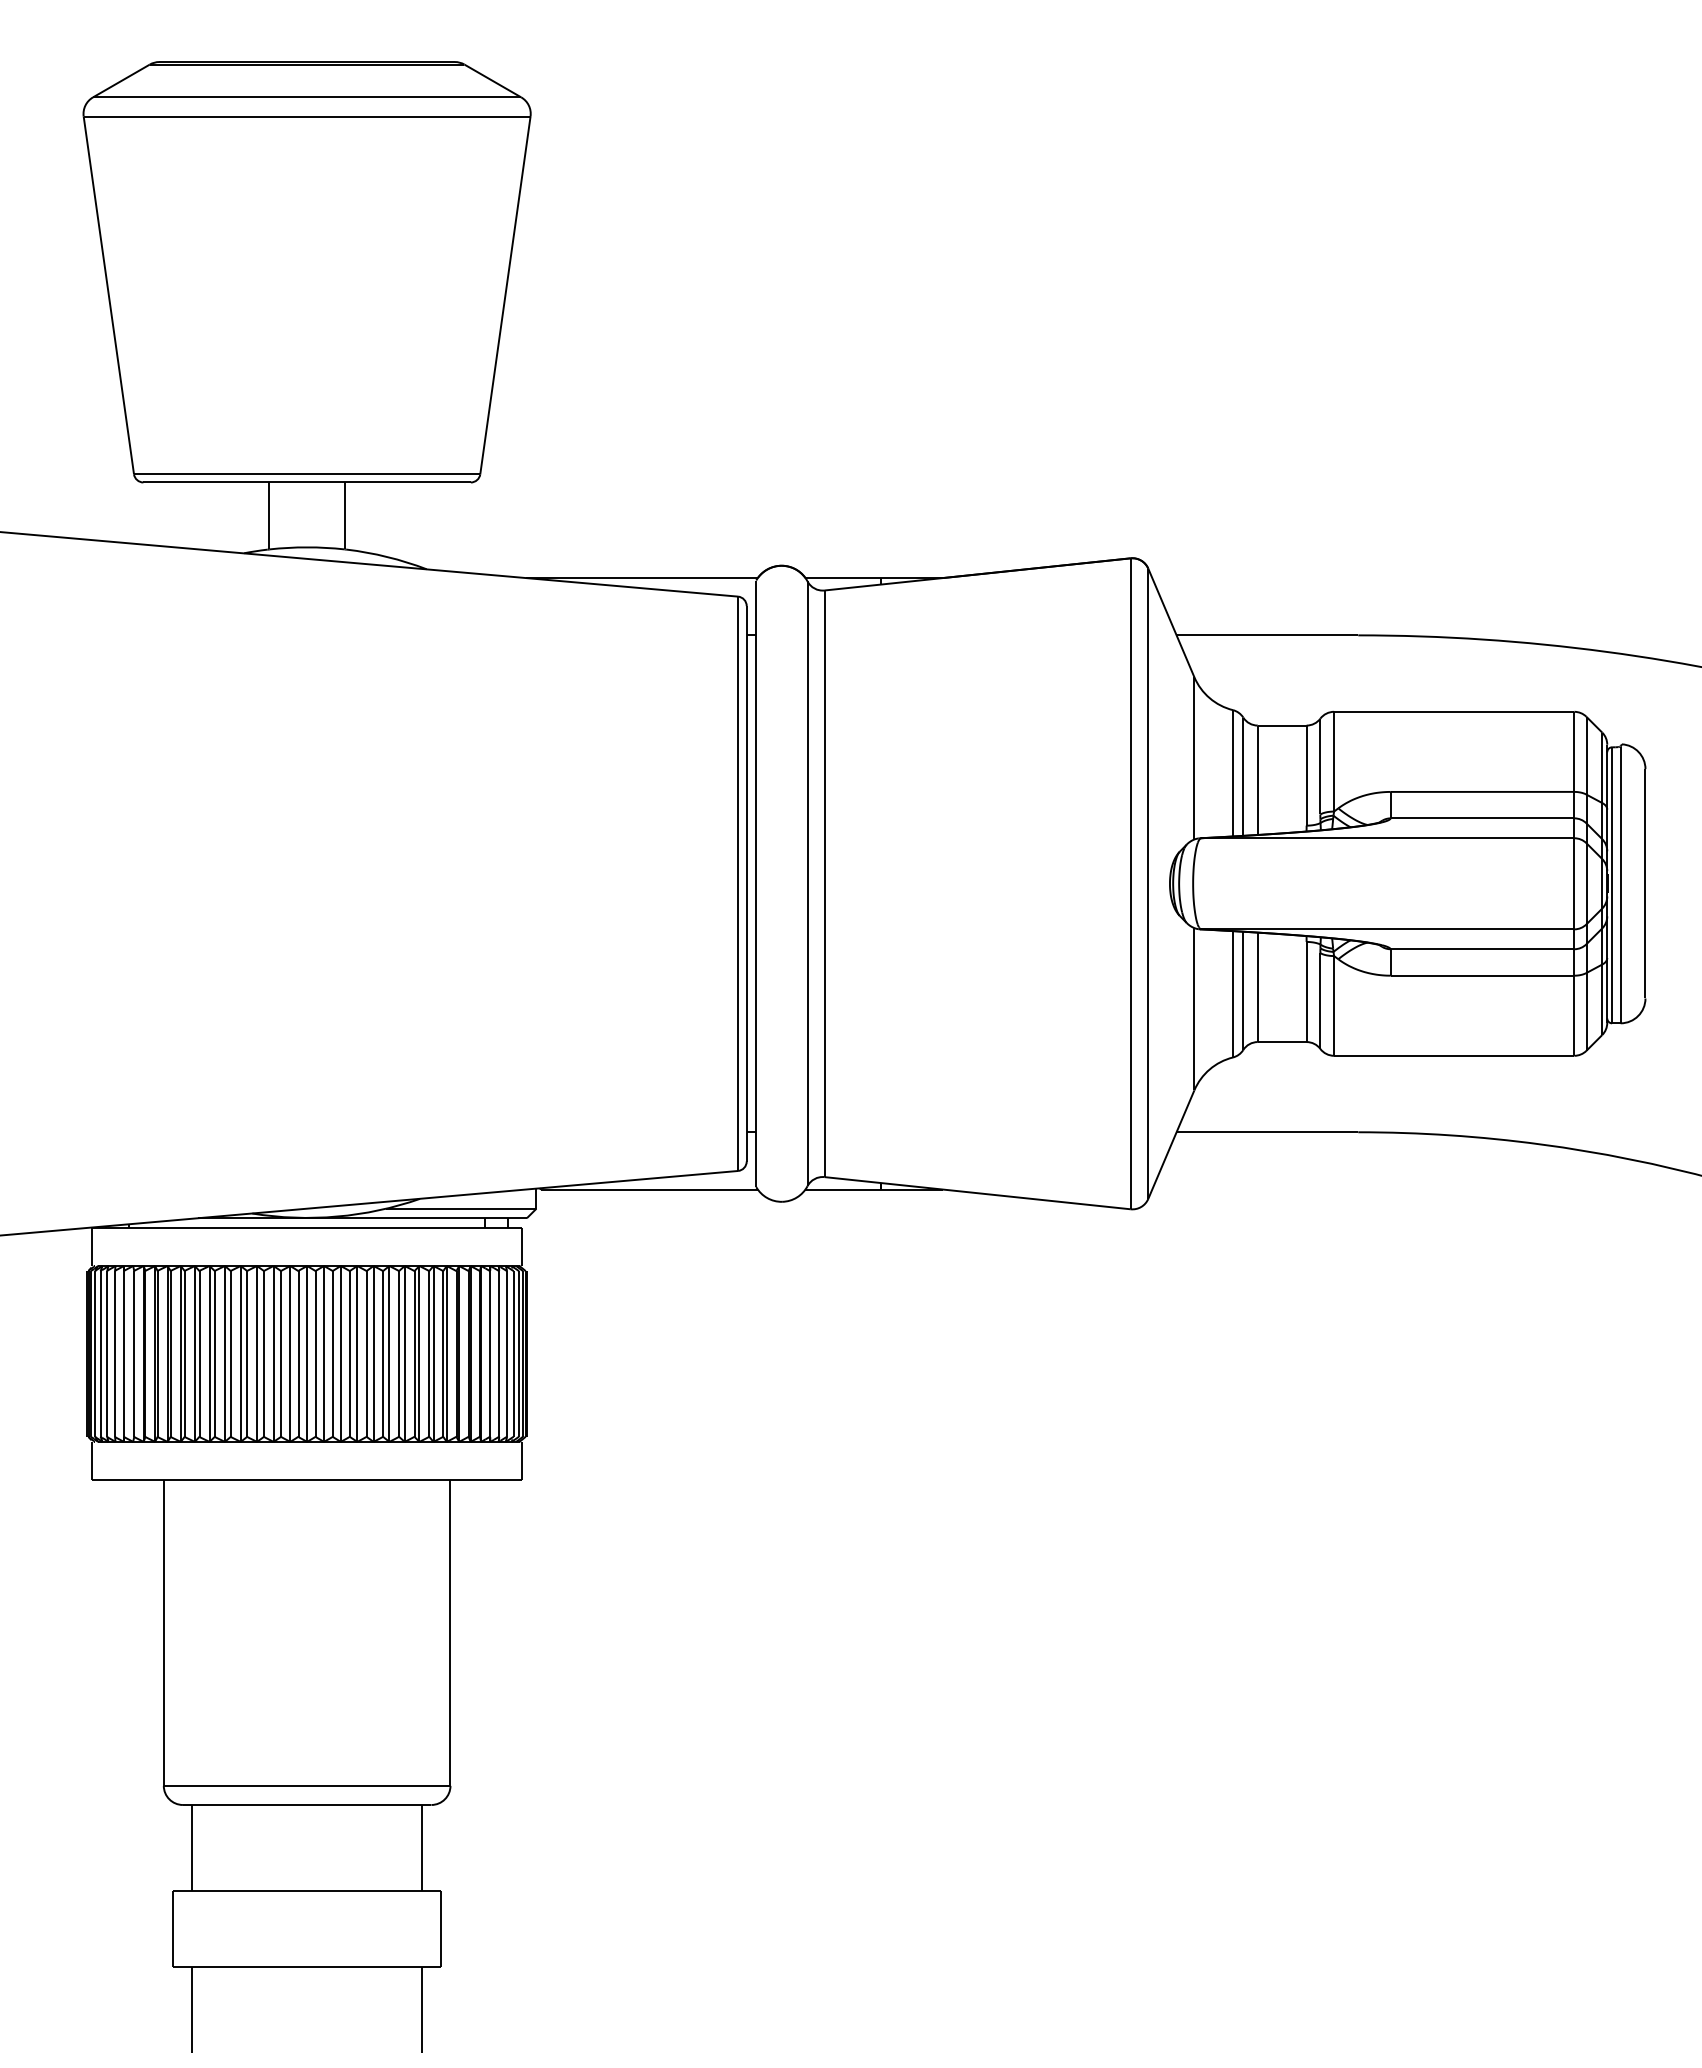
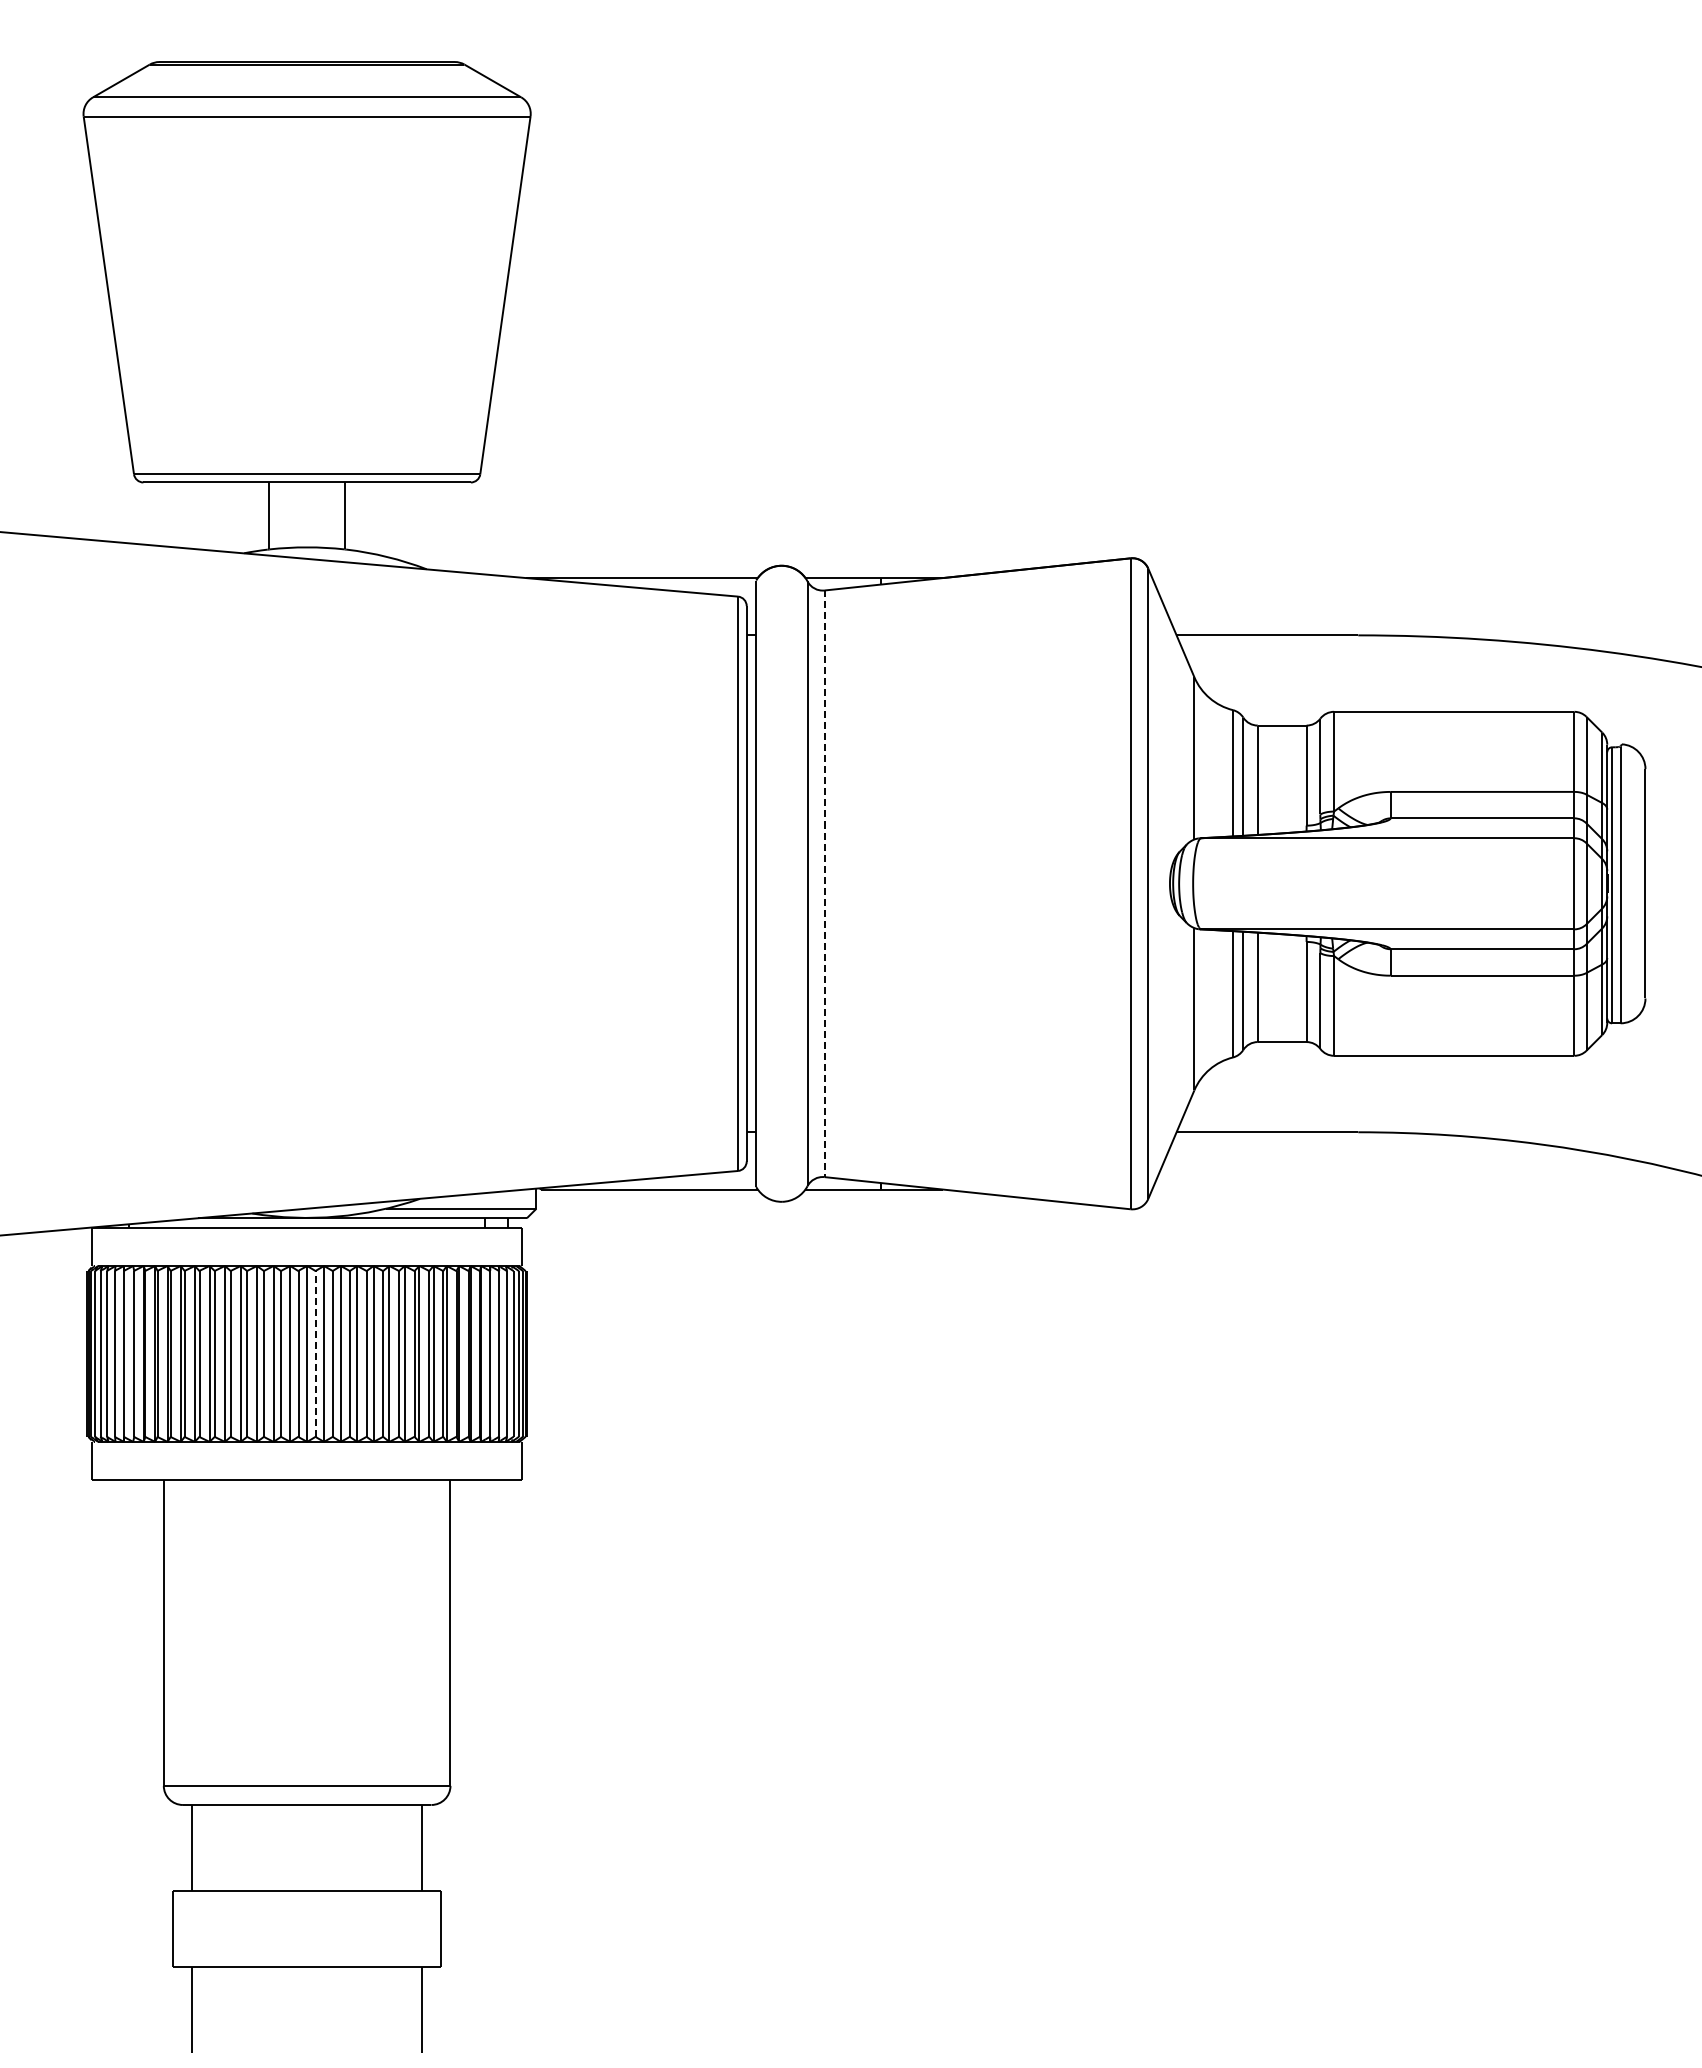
line at (824, 884): solid -> dashed
line at (315, 1353): solid -> dashed
